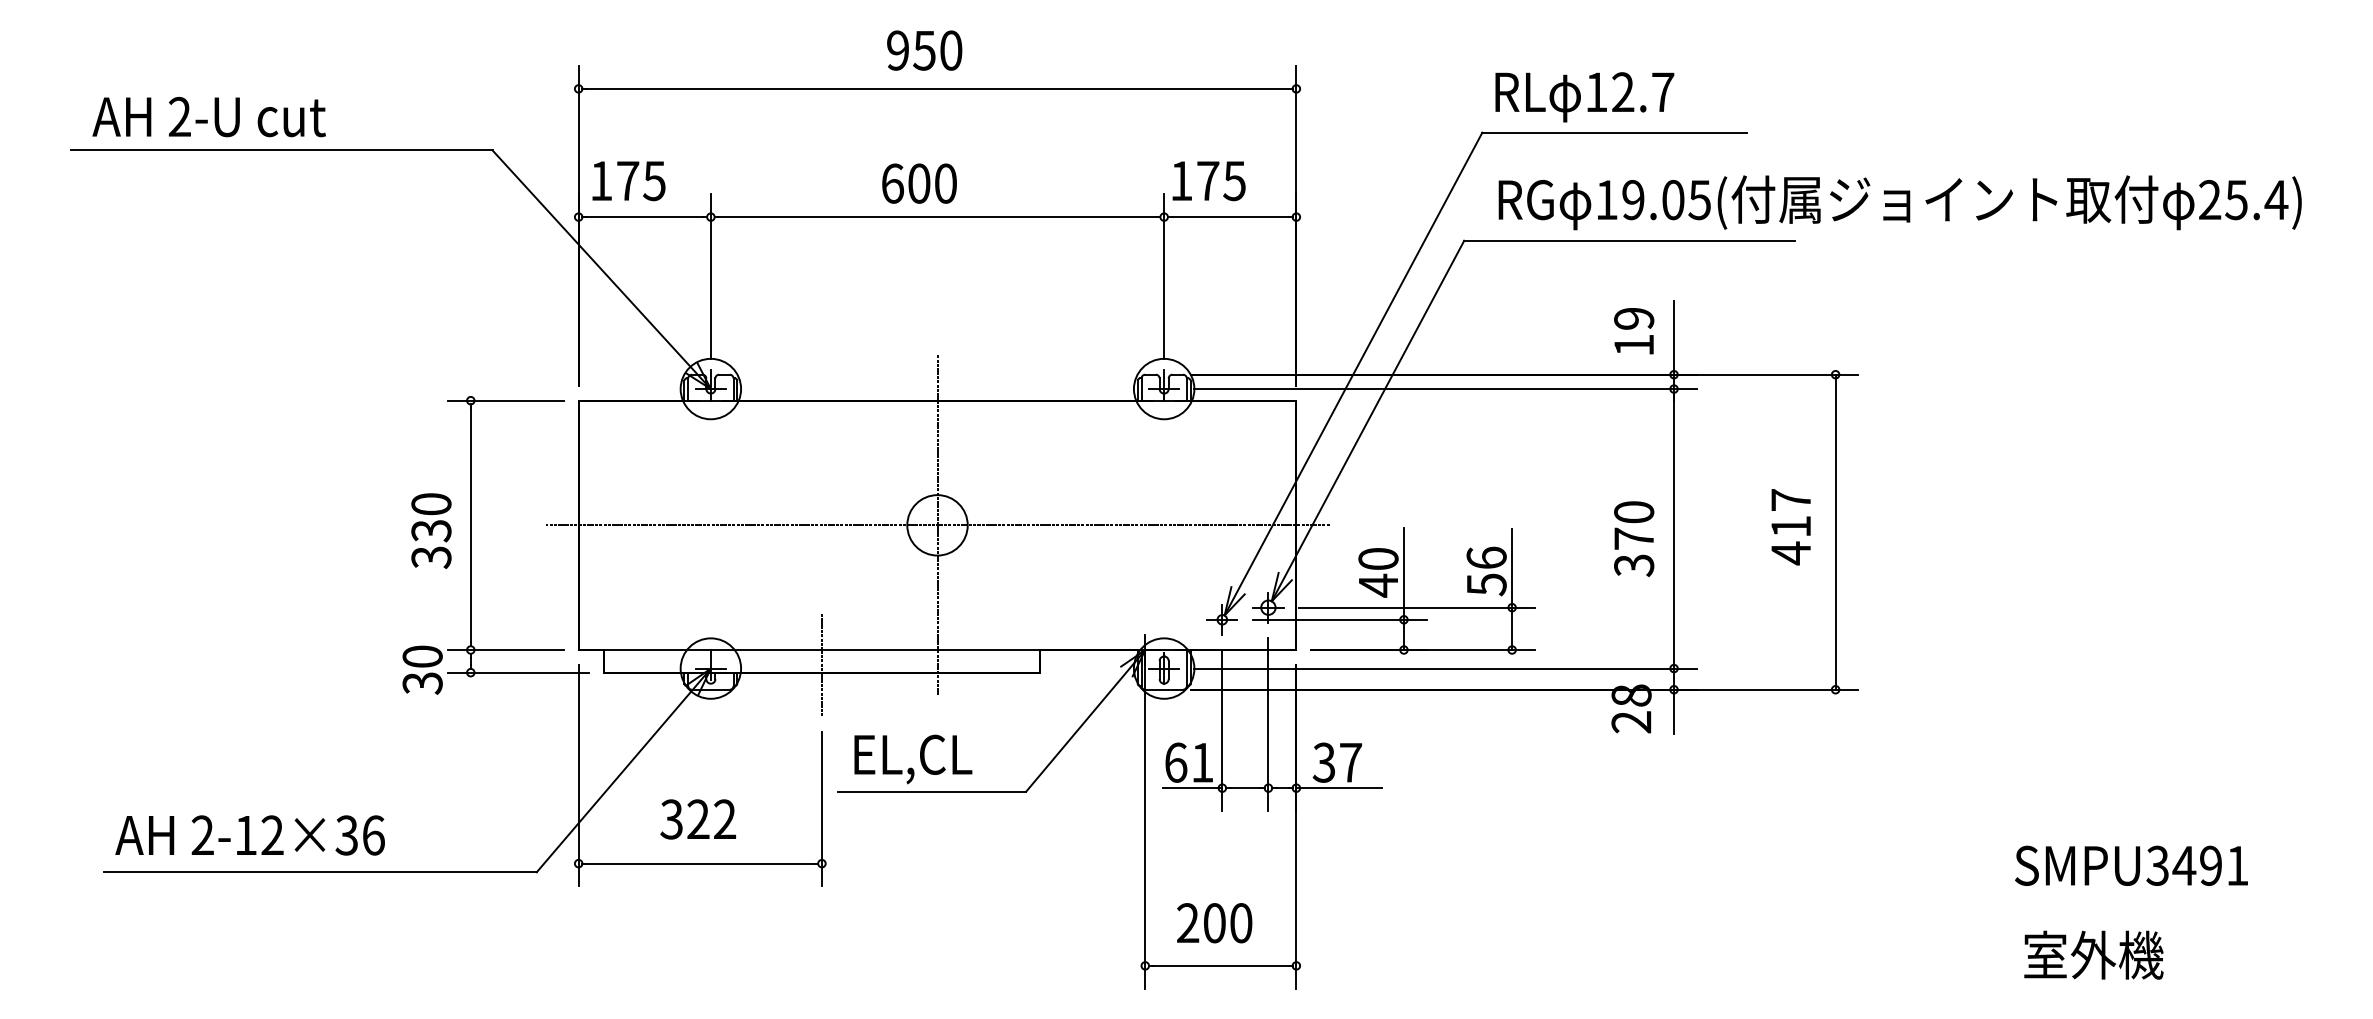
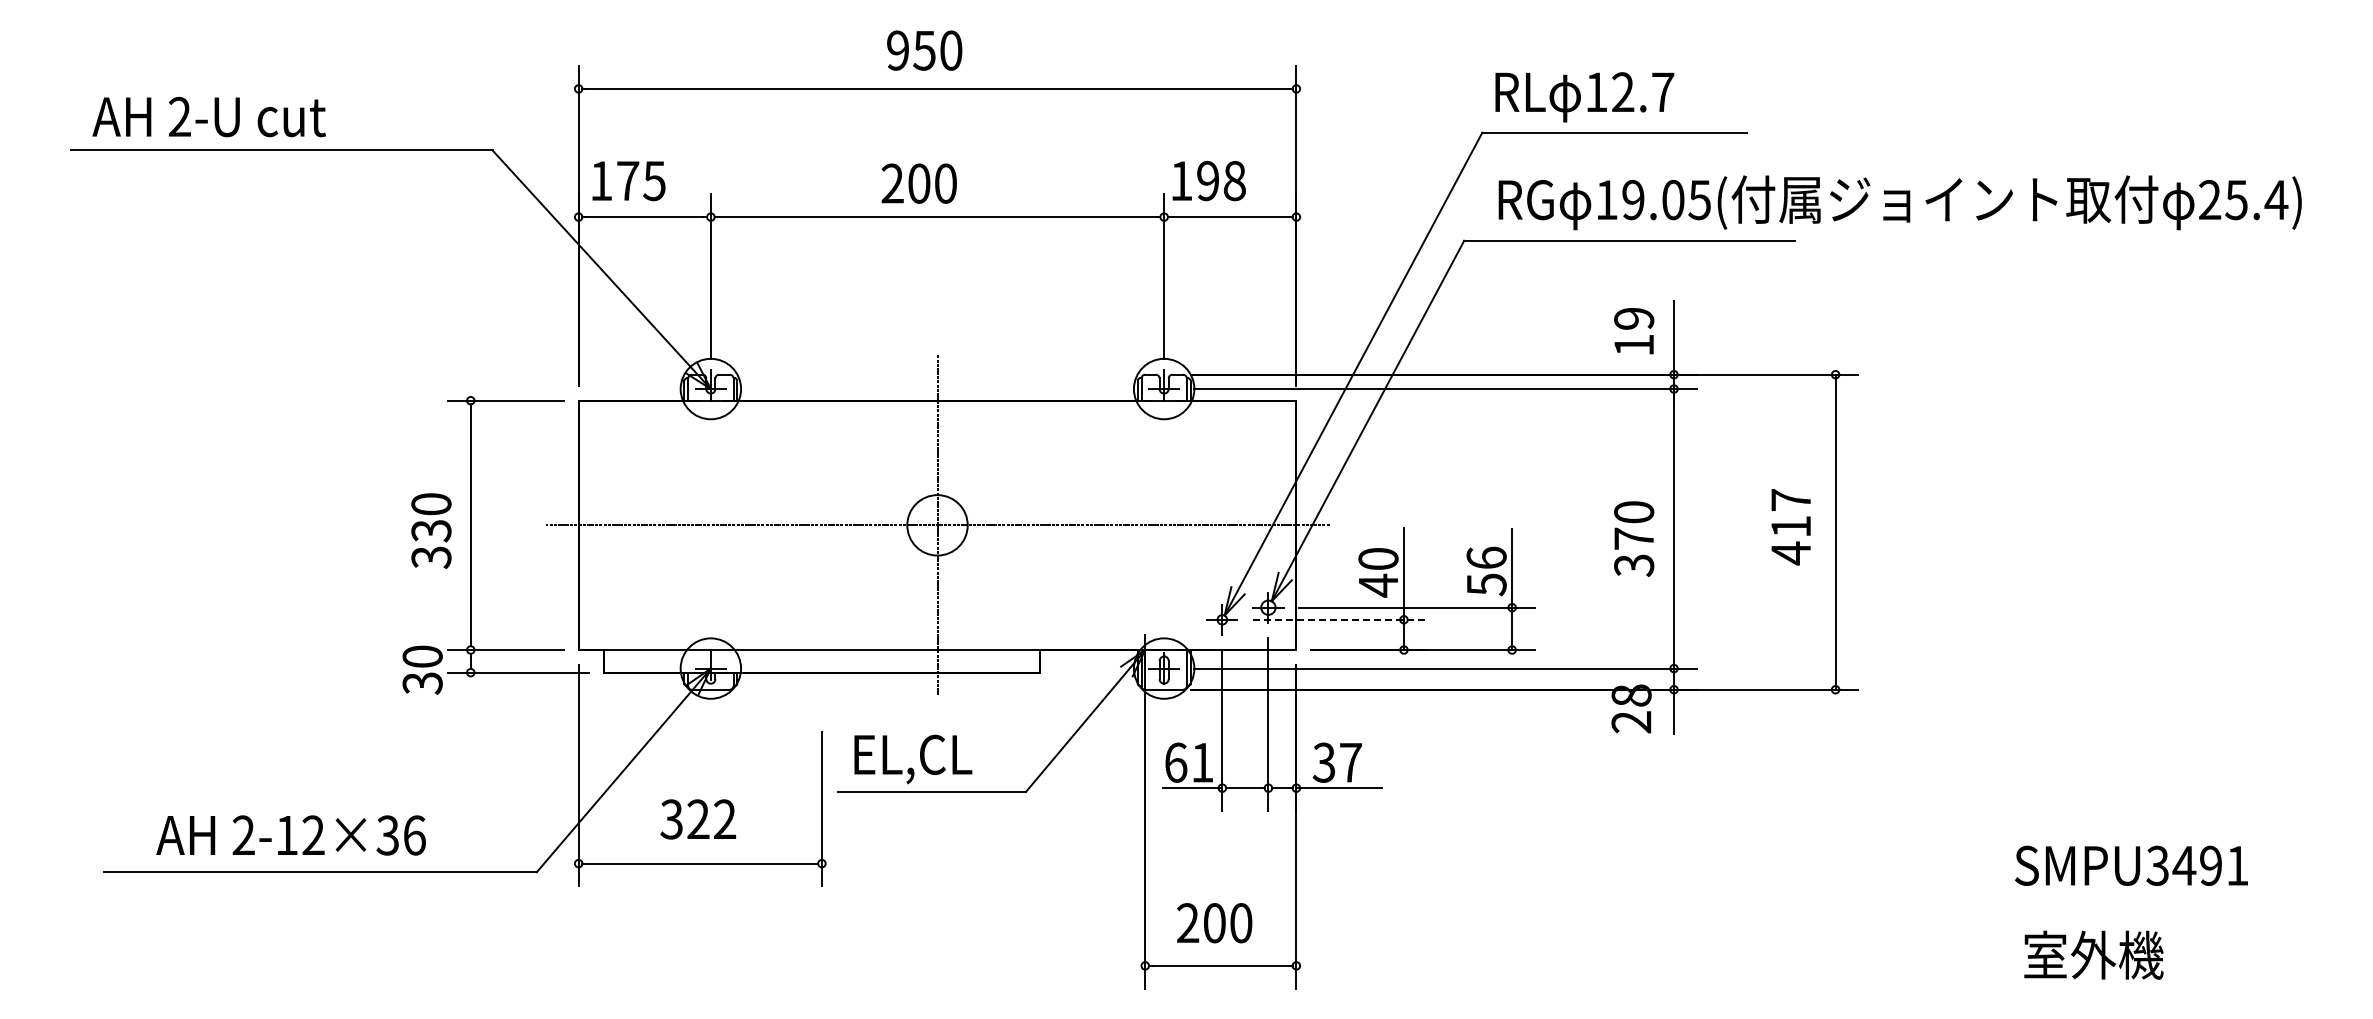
text at (1221, 180): 175 -> 198
text at (892, 183): 600 -> 200
line at (1340, 619): solid -> dashed
line at (821, 664): present -> none
text at (249, 835) position: (249, 835) -> (290, 835)
